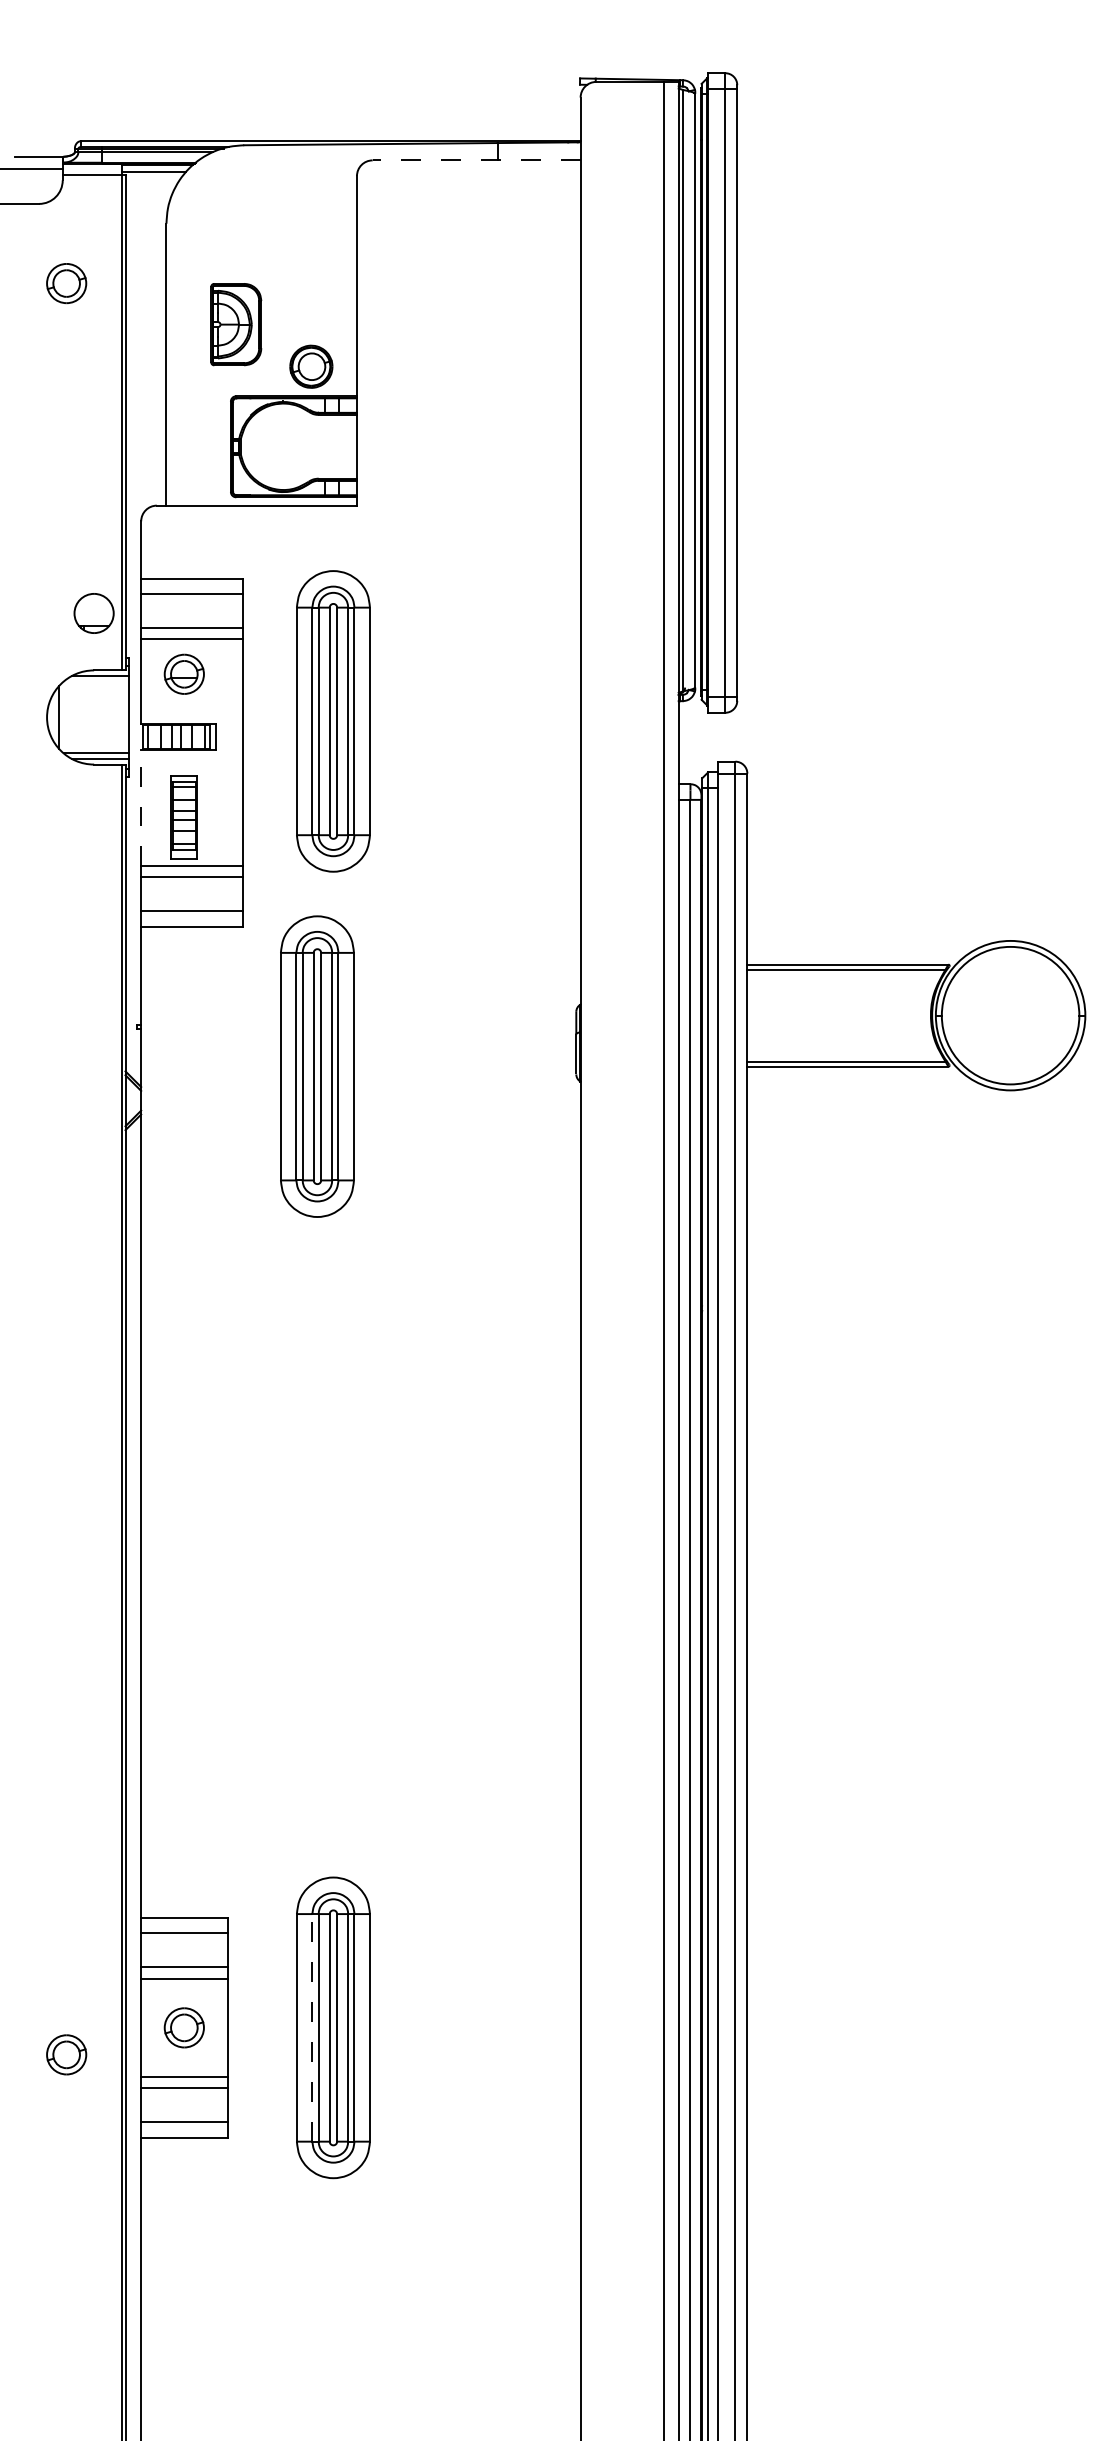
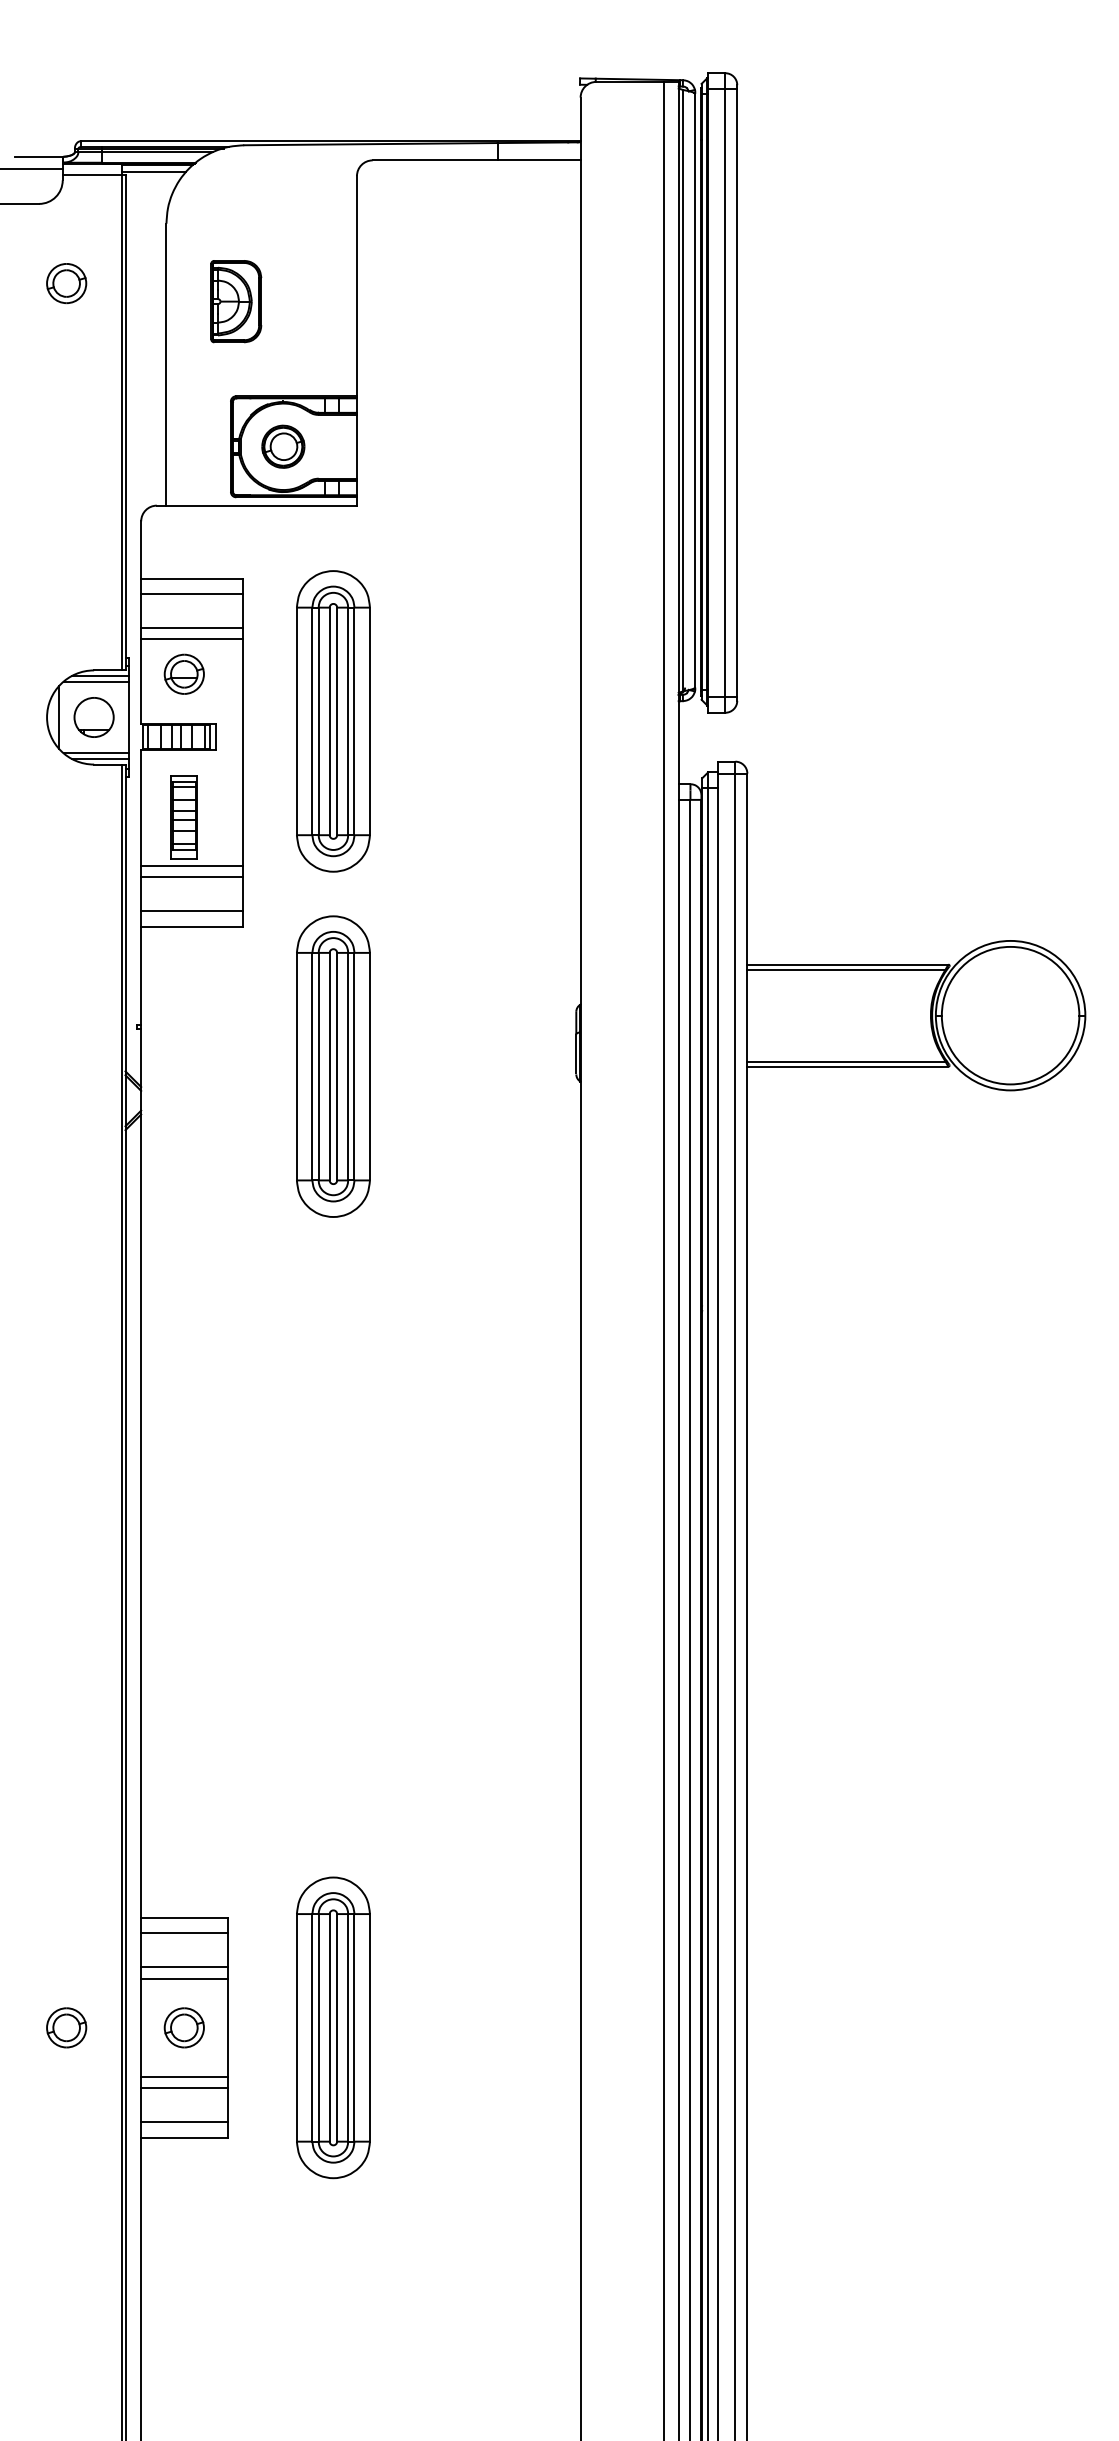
line at (476, 160): dashed -> solid
part at (236, 324) position: (236, 324) -> (236, 301)
part at (311, 366) position: (311, 366) -> (283, 446)
part at (93, 613) position: (93, 613) -> (93, 717)
line at (96, 681): none -> present
line at (141, 807): dashed -> solid
part at (317, 1066) position: (317, 1066) -> (333, 1066)
line at (312, 2027): dashed -> solid
part at (66, 2054) position: (66, 2054) -> (66, 2027)
